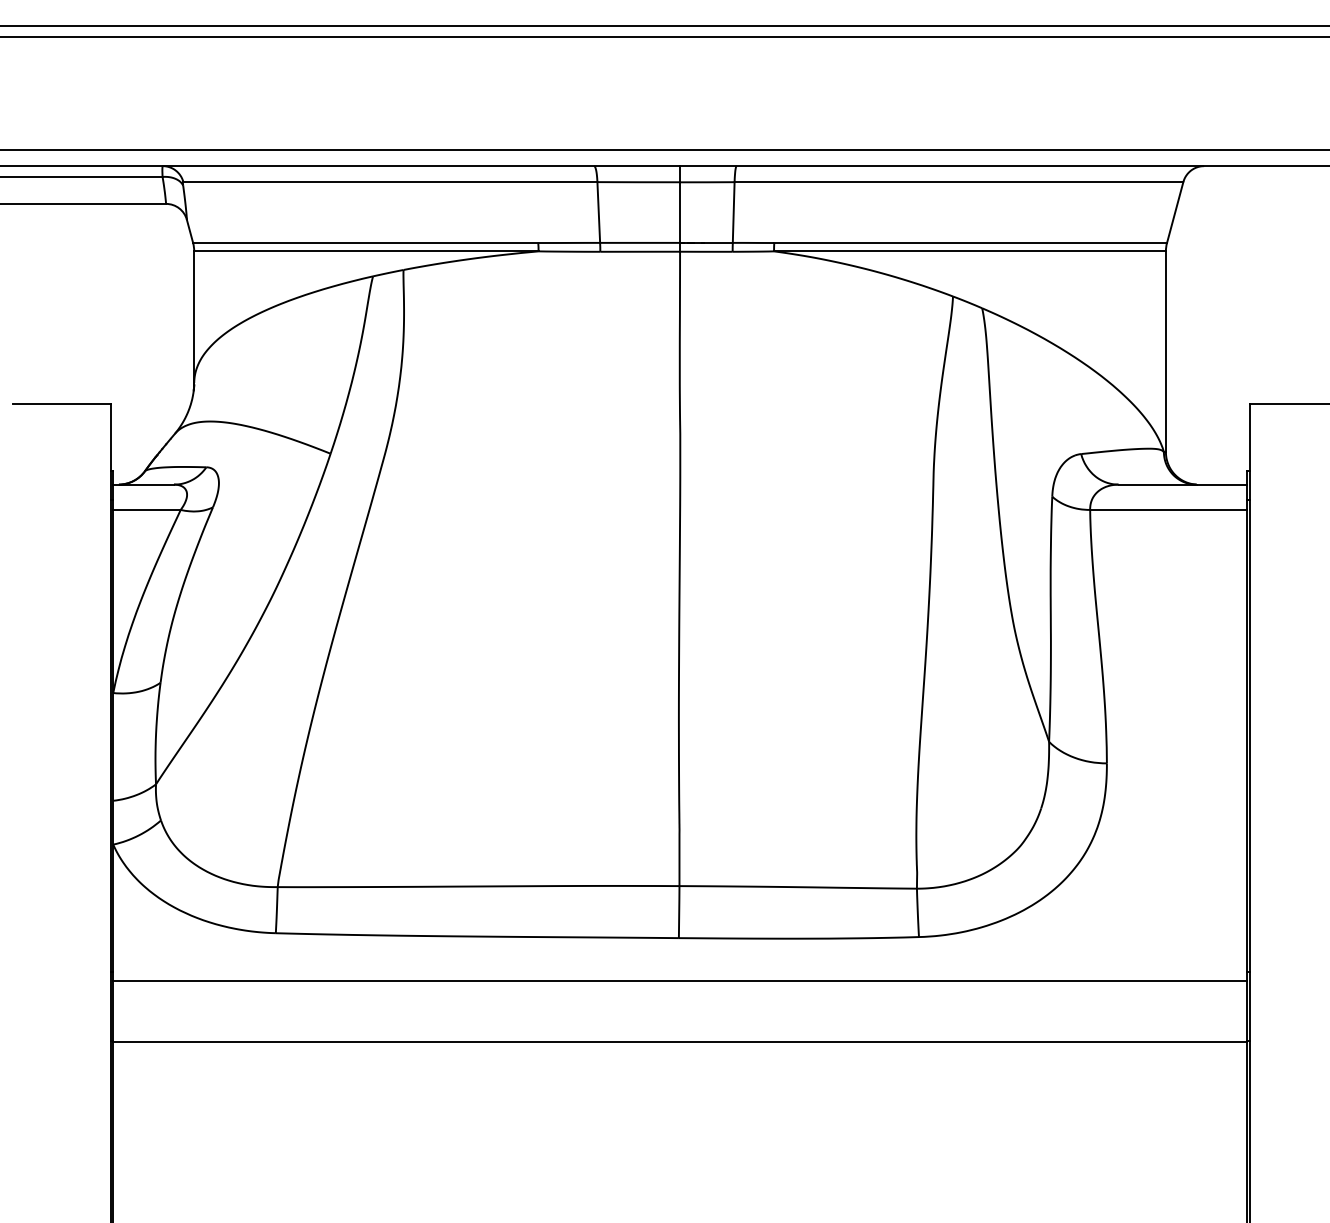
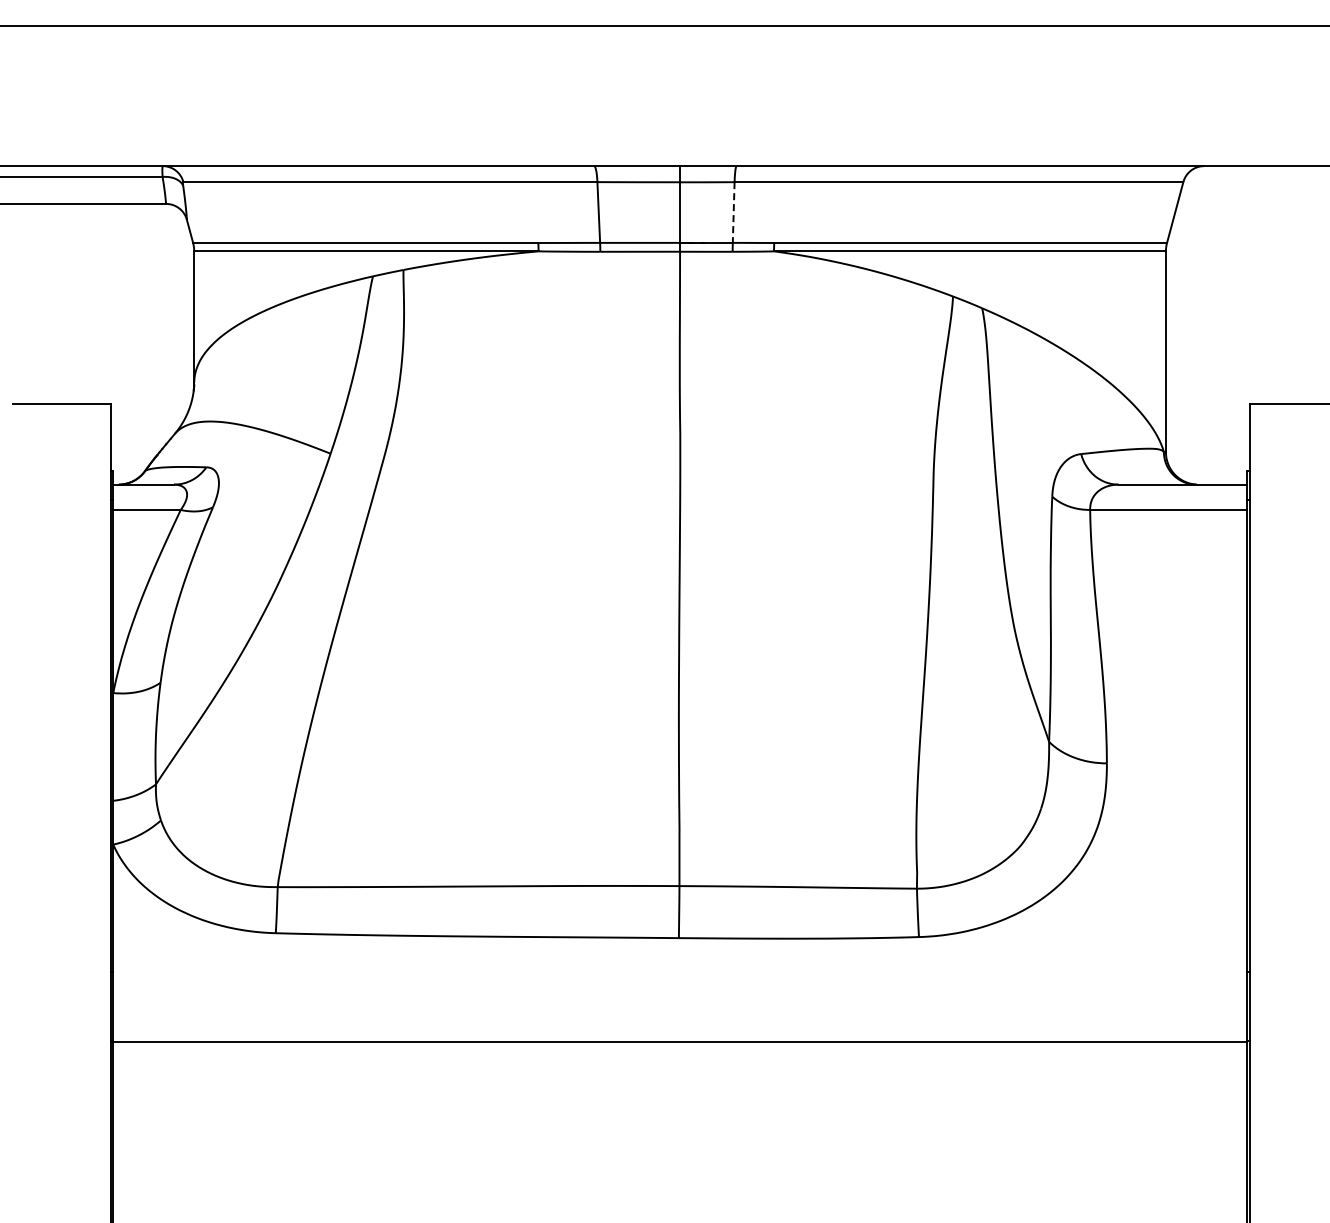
line at (664, 36): present -> none
line at (664, 149): present -> none
line at (733, 213): solid -> dashed
line at (679, 981): present -> none
